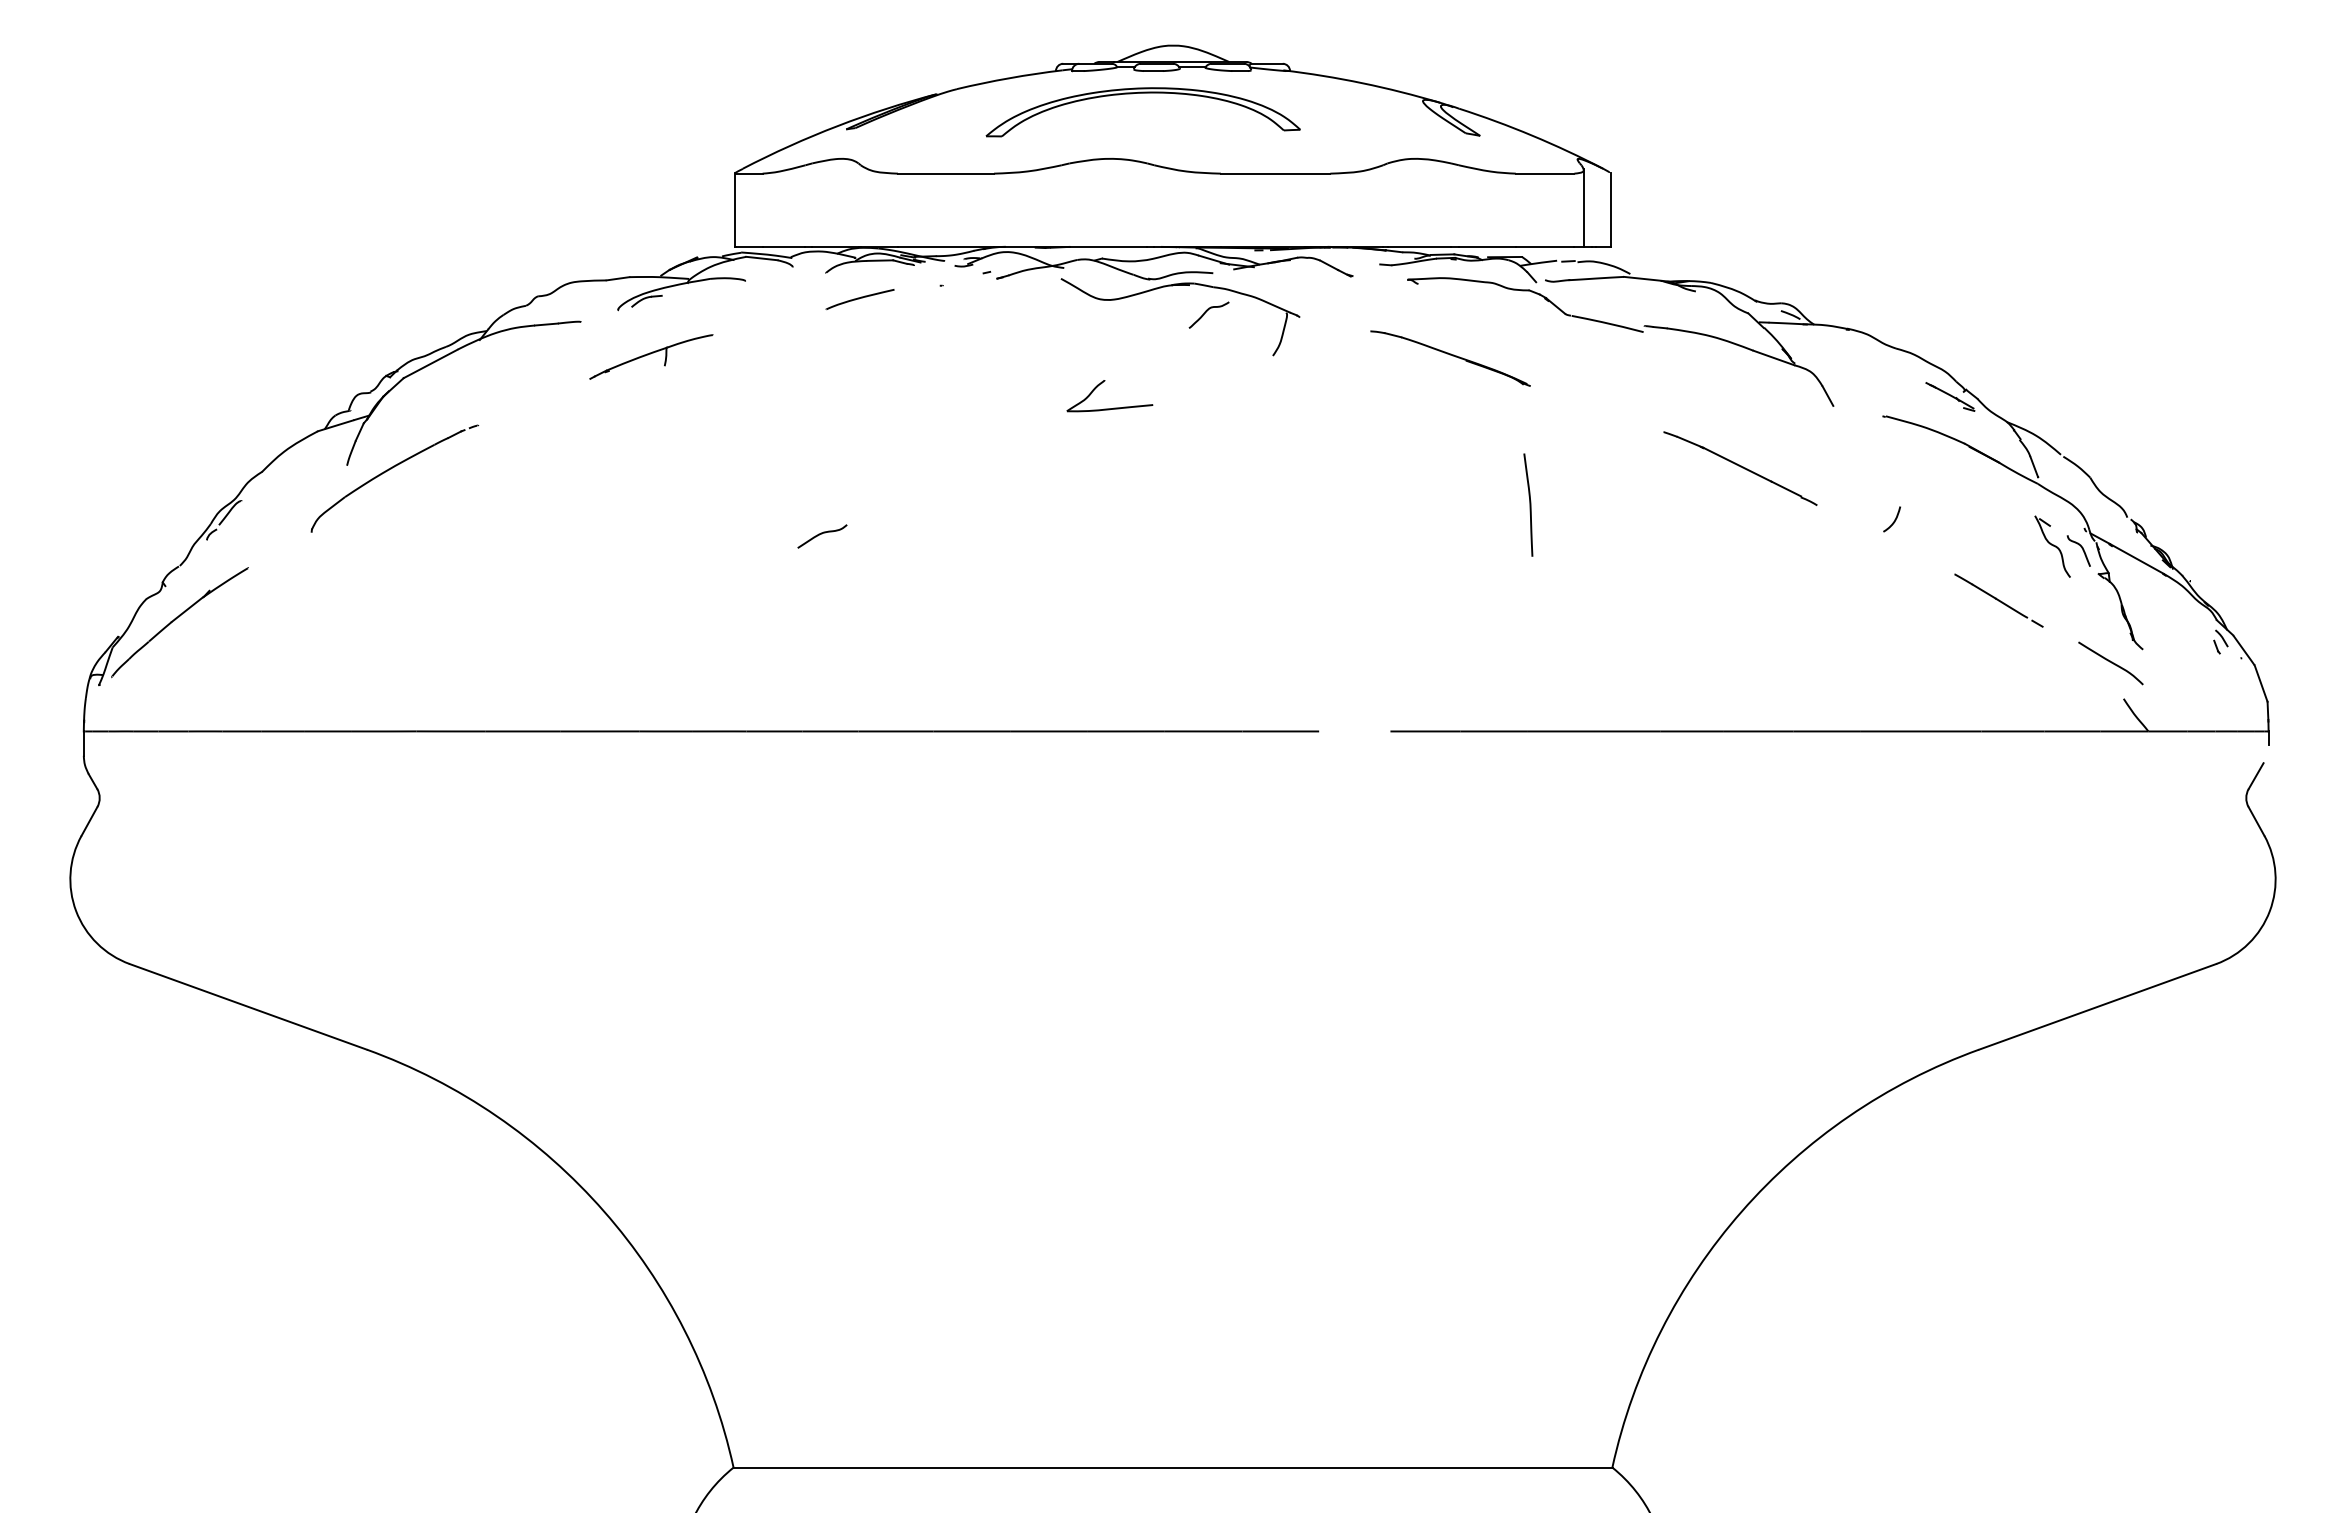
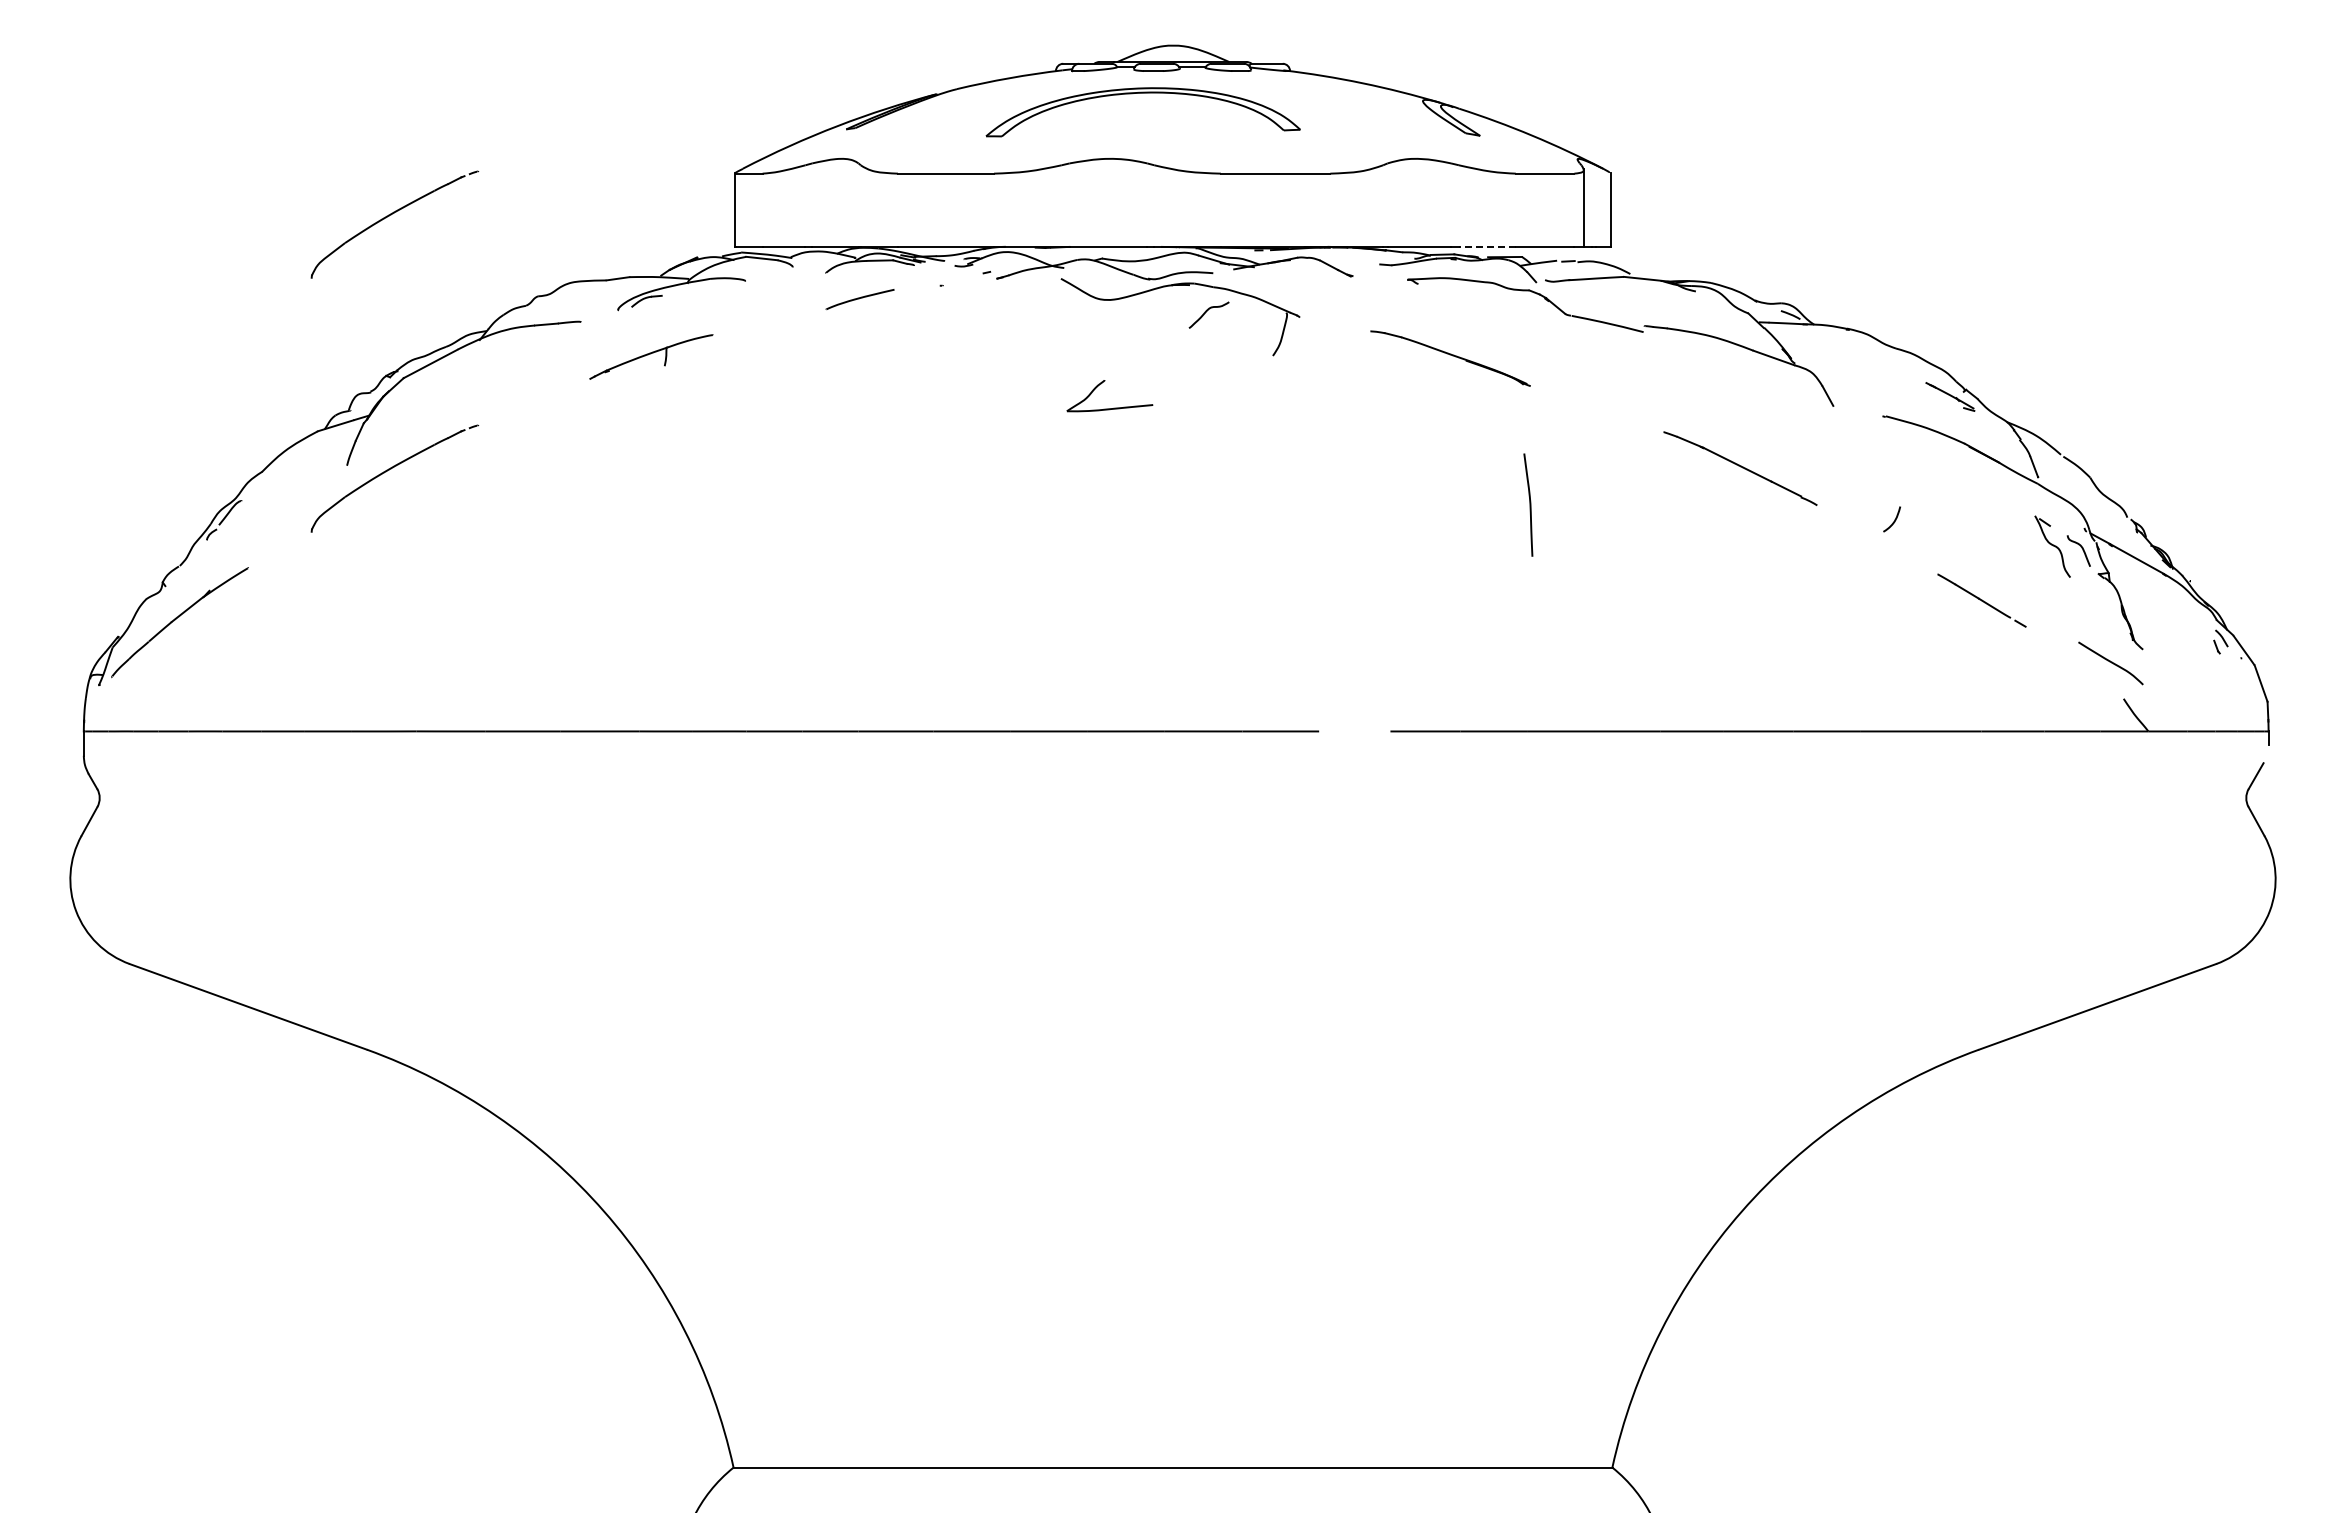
part at (389, 216): none -> present
line at (1486, 246): solid -> dashed
curve at (822, 534): present -> none
line at (1998, 600) position: (1998, 600) -> (1981, 600)
